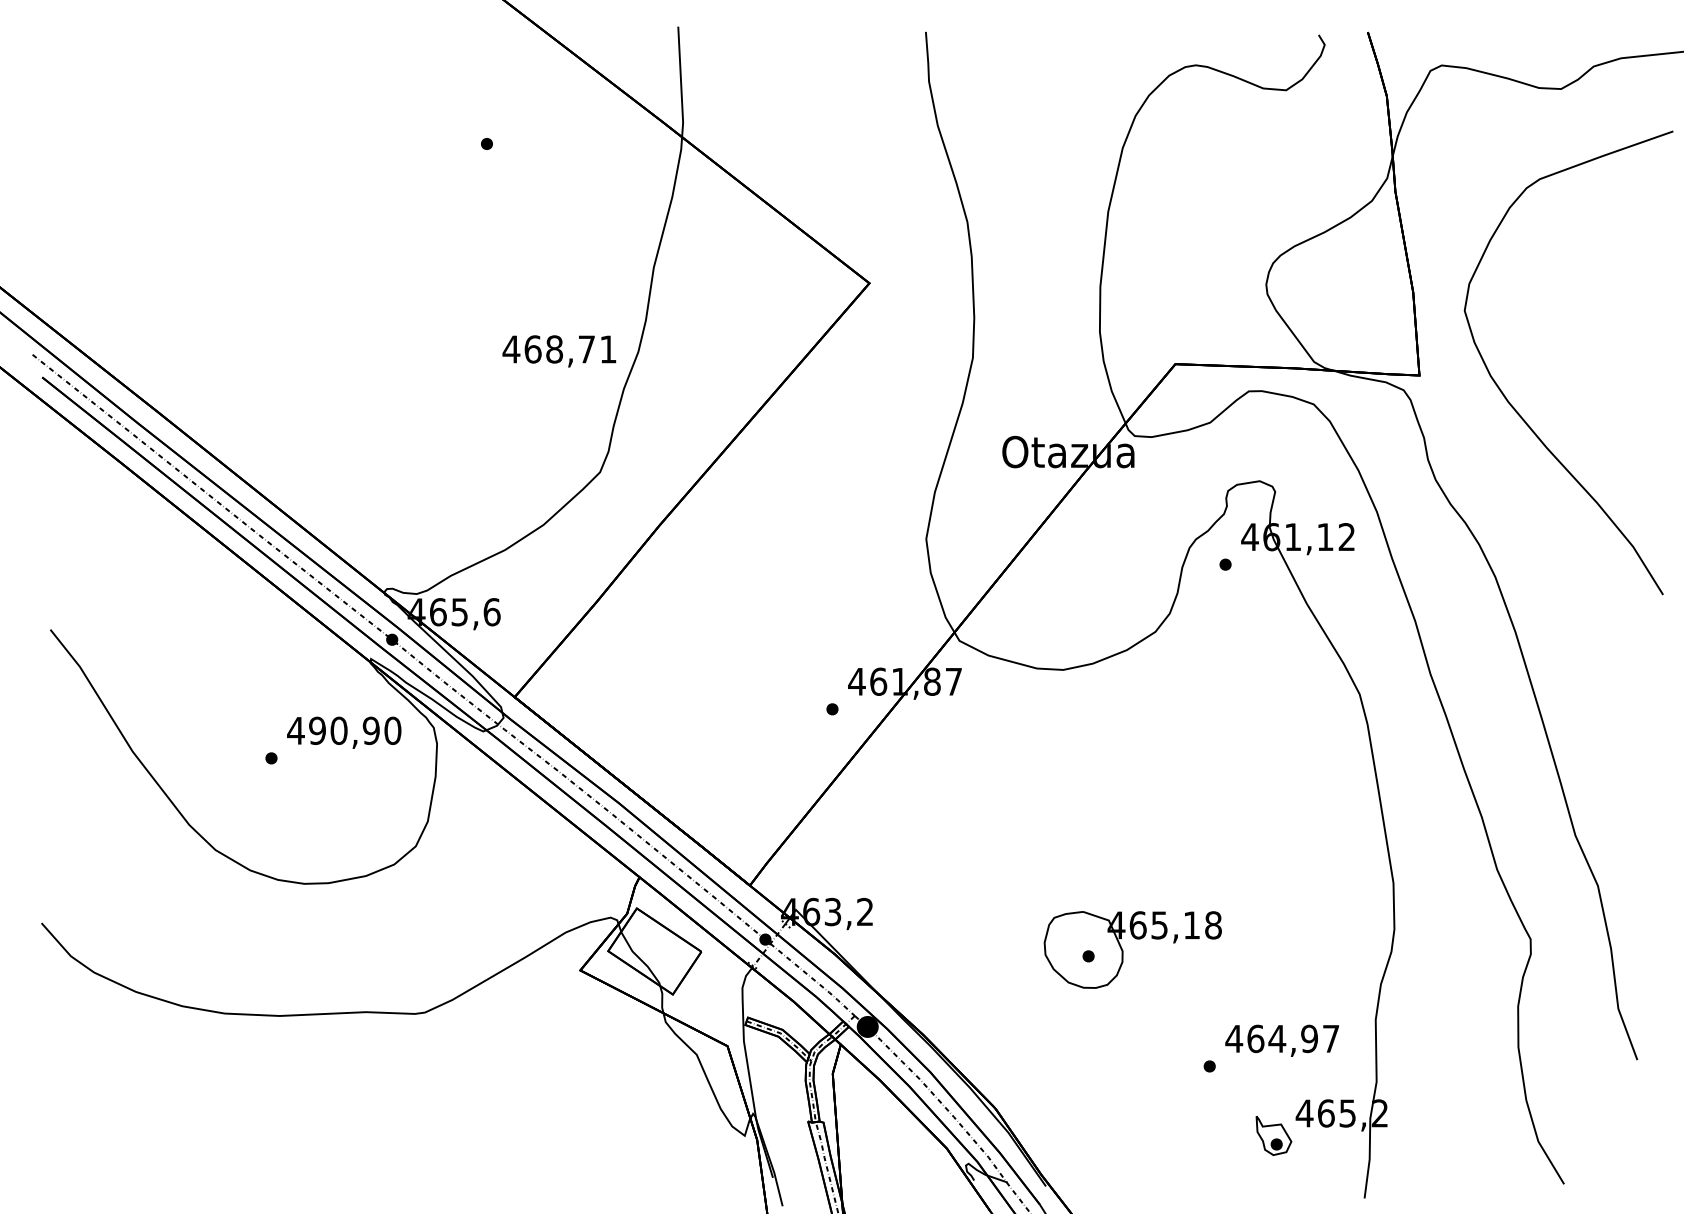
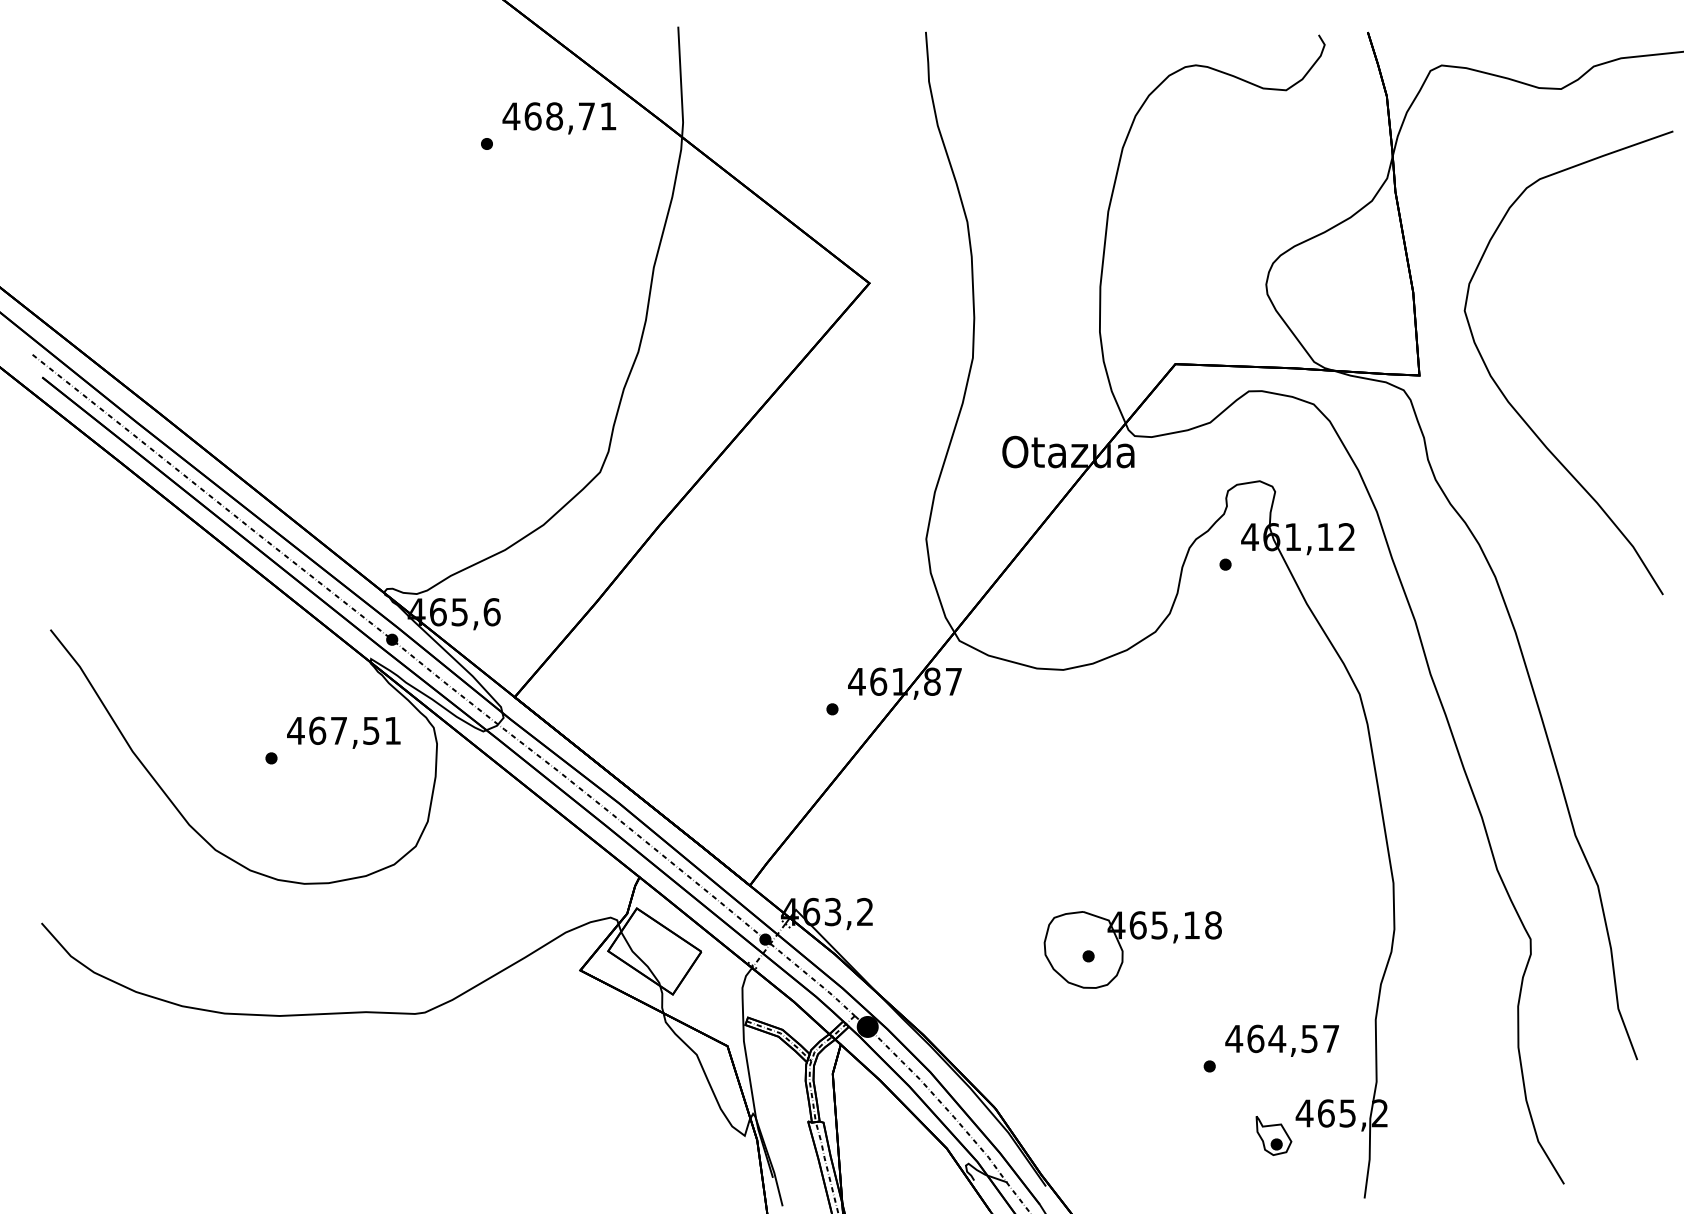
text at (559, 351) position: (559, 351) -> (559, 118)
text at (355, 730): 490,90 -> 467,51
text at (1309, 1038): 464,97 -> 464,57
